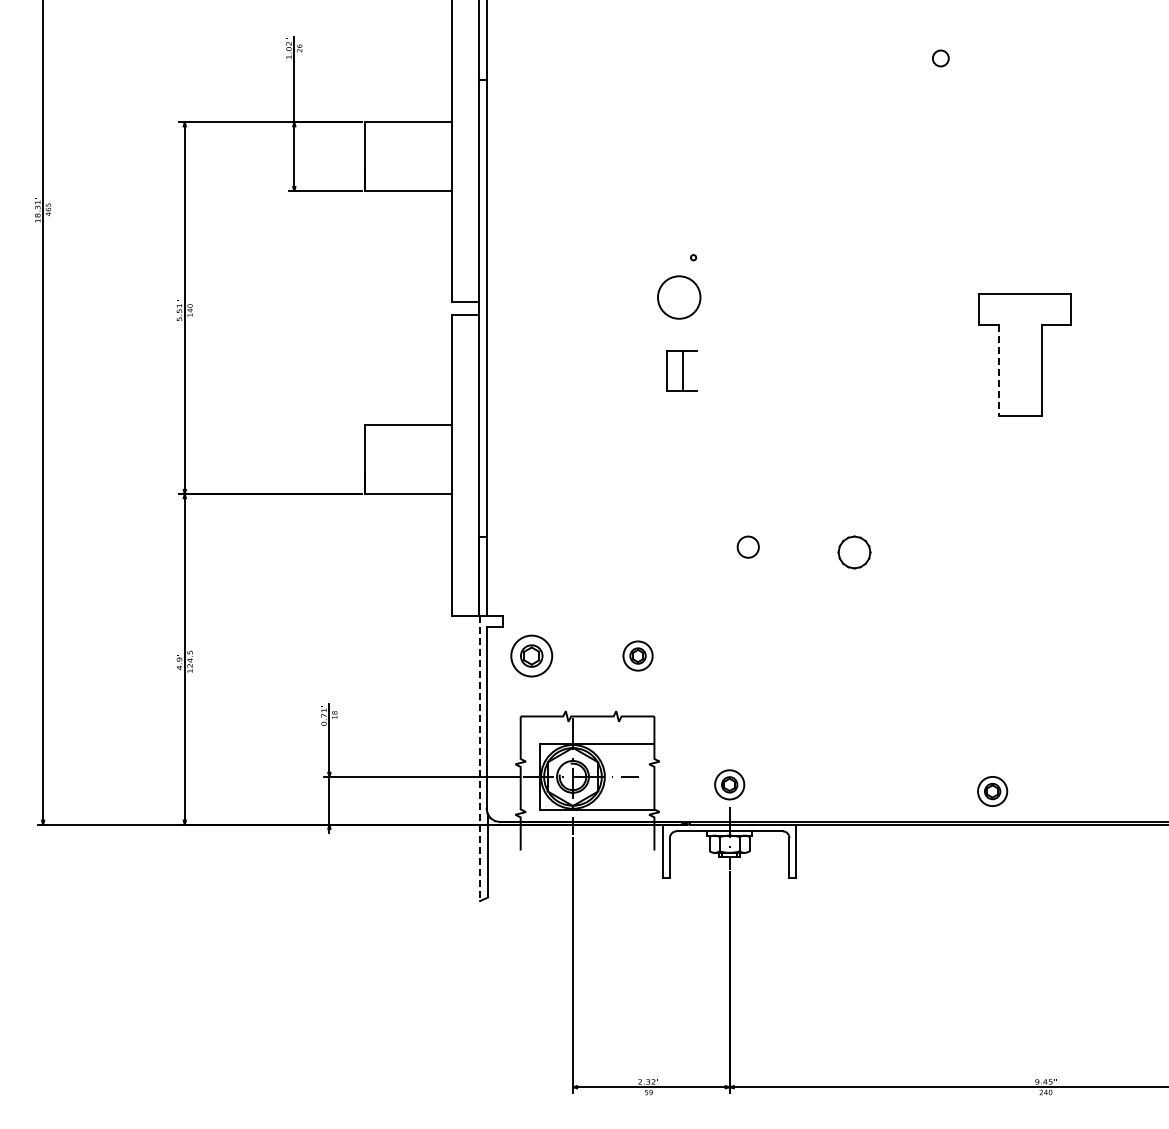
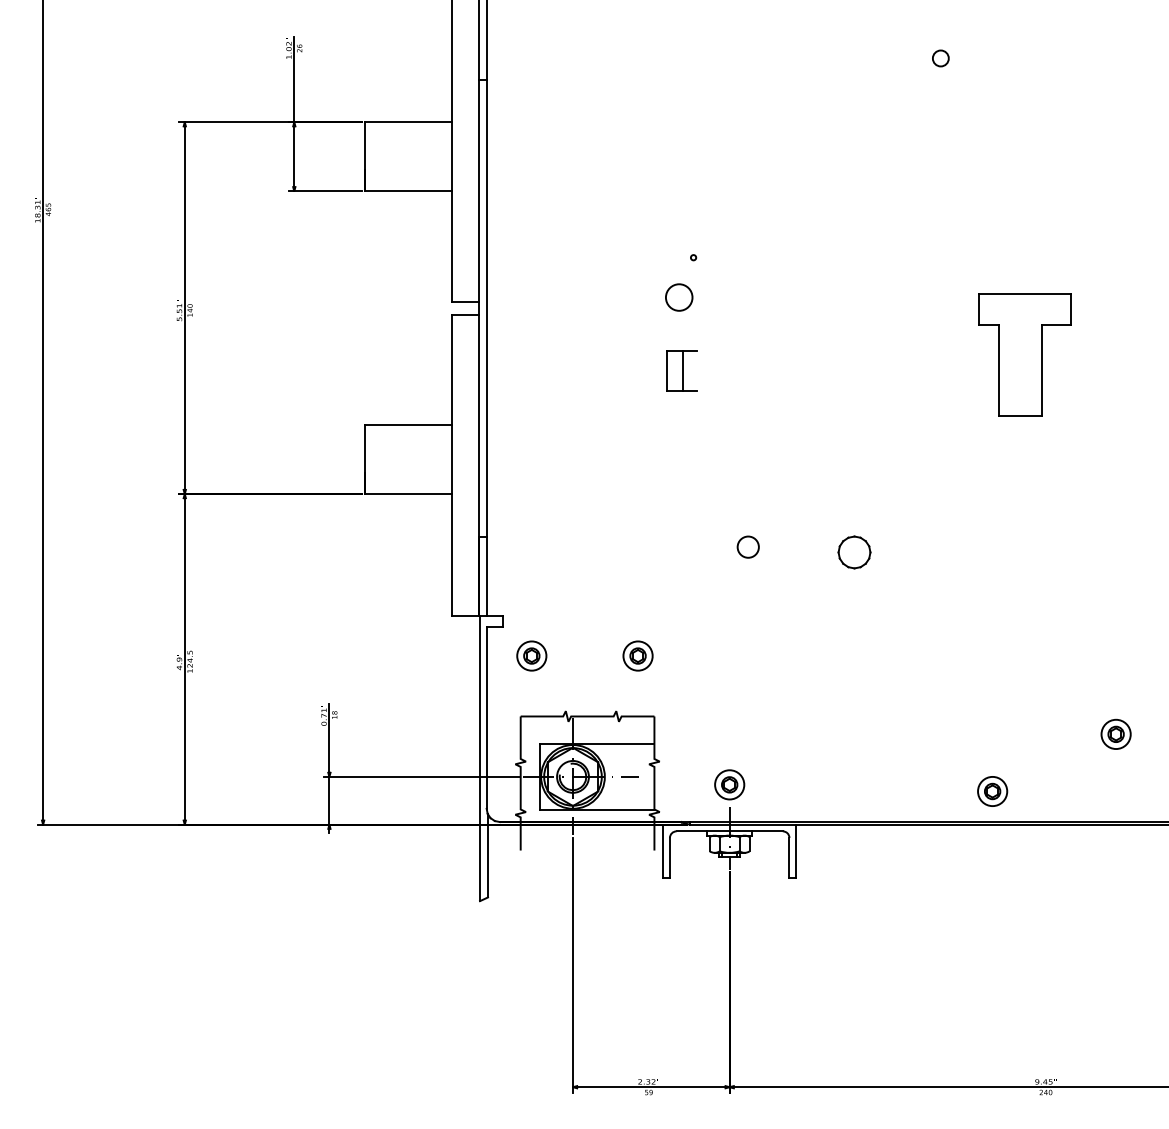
circle at (678, 297) diameter: 42 px -> 27 px
line at (999, 371): dashed -> solid
part at (531, 655) size: 44x44 px -> 32x32 px
part at (1115, 733): none -> present
line at (480, 759): dashed -> solid
